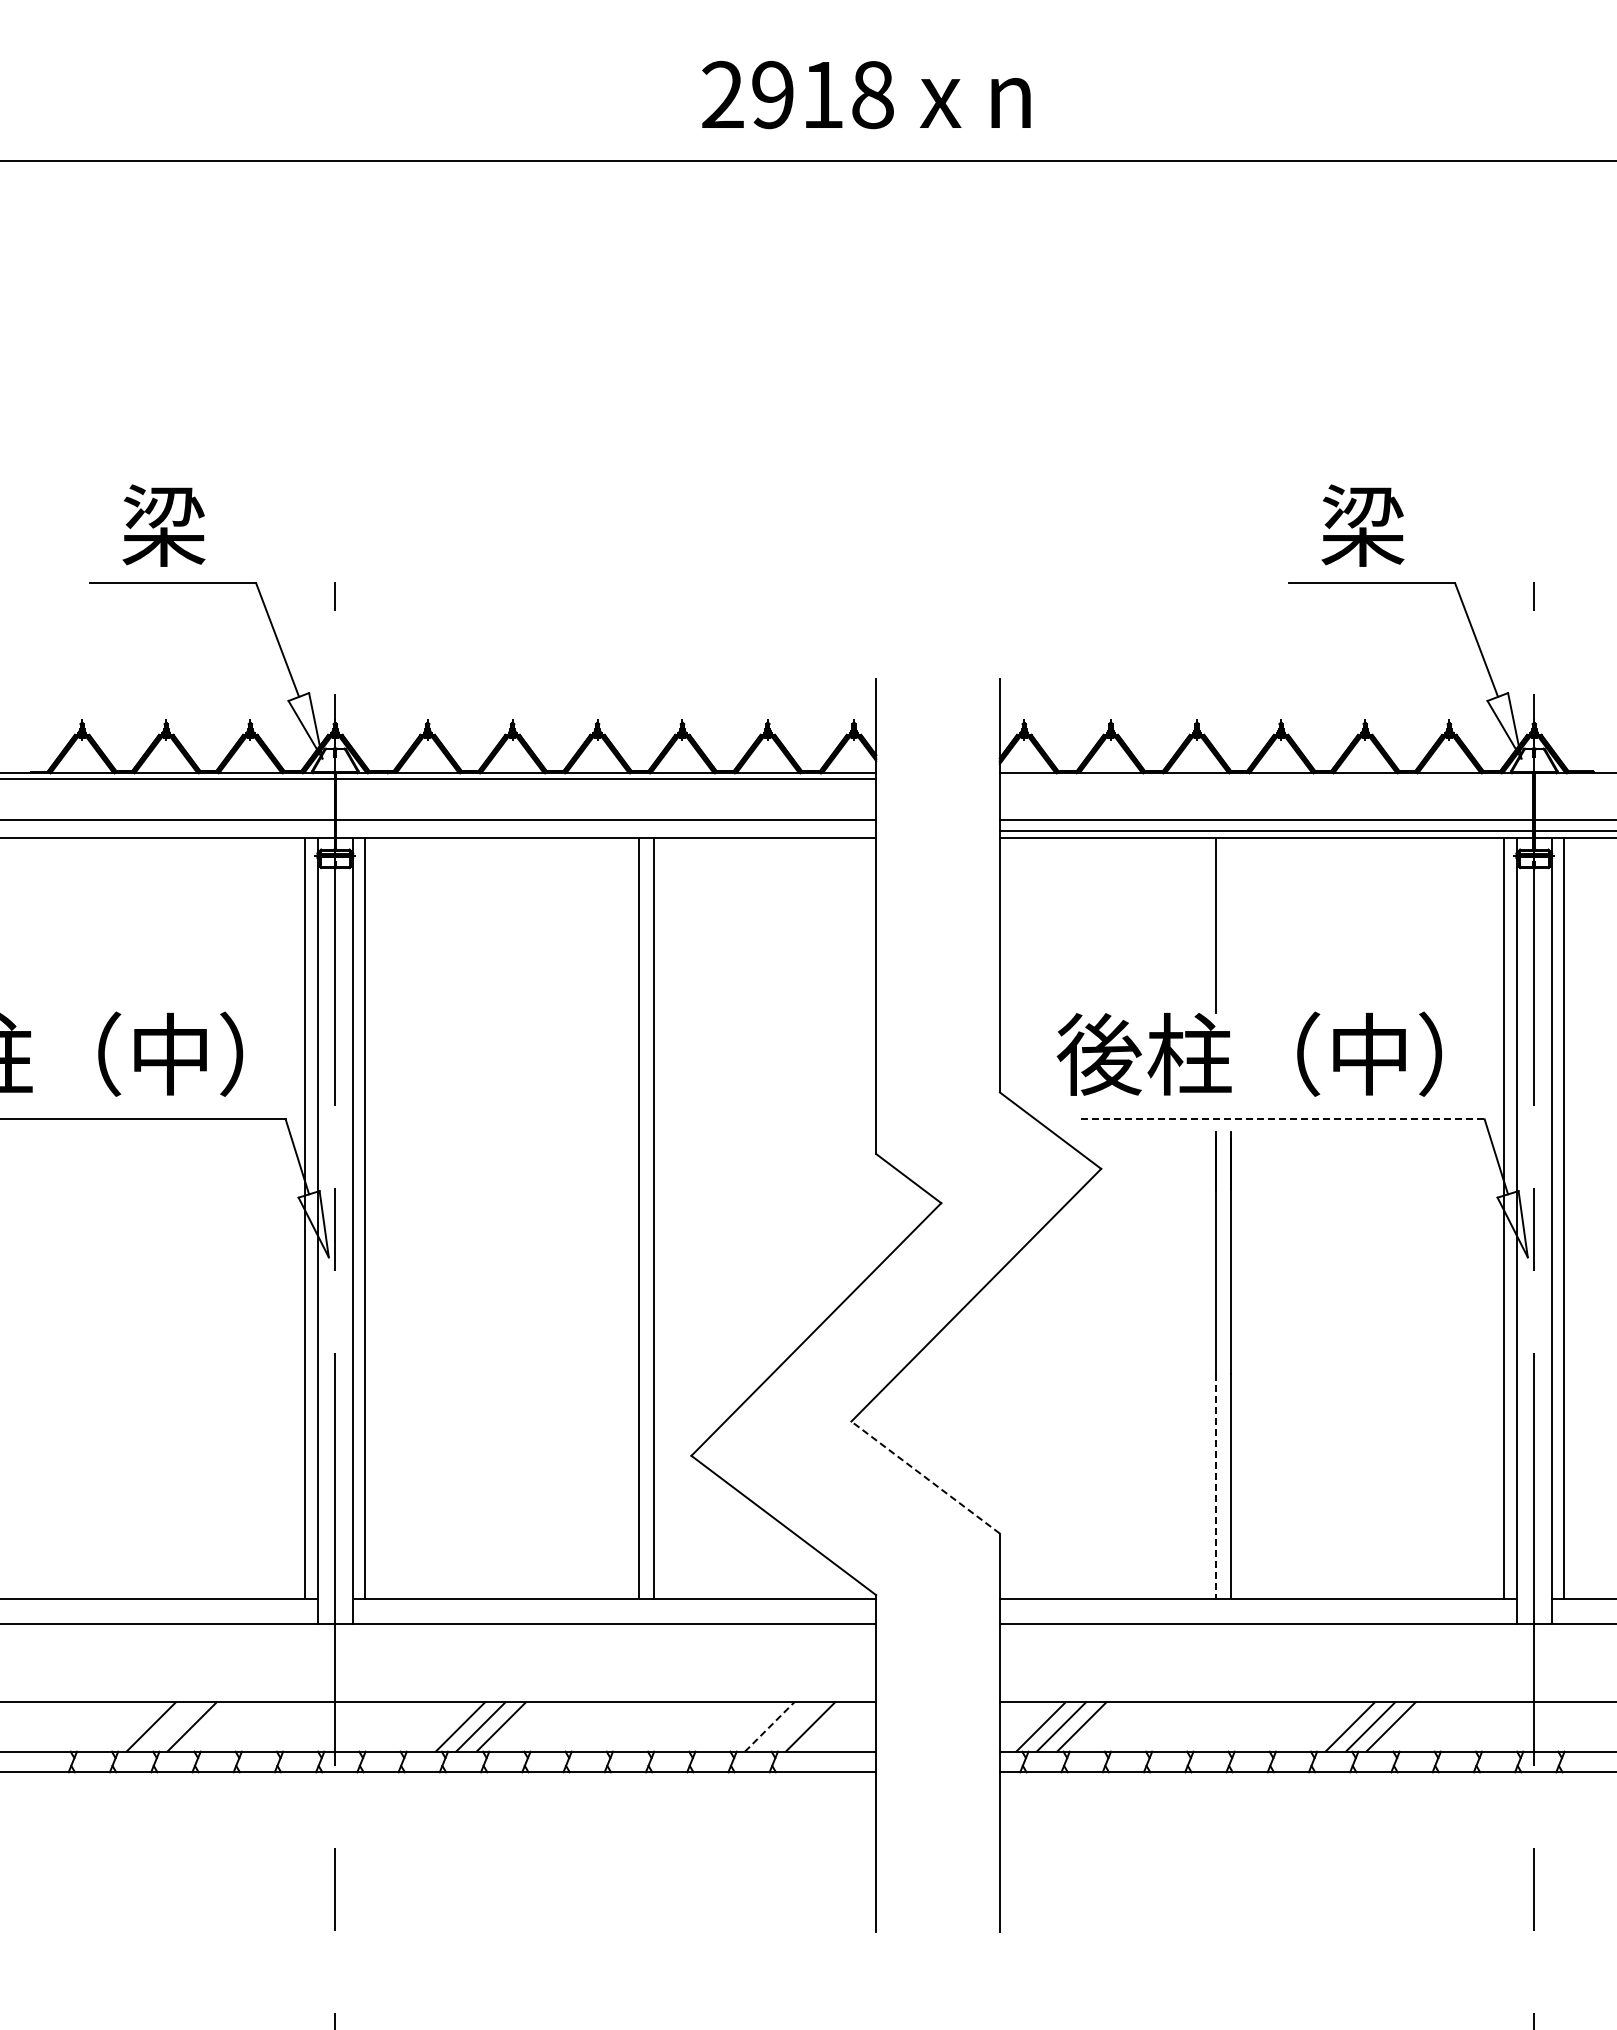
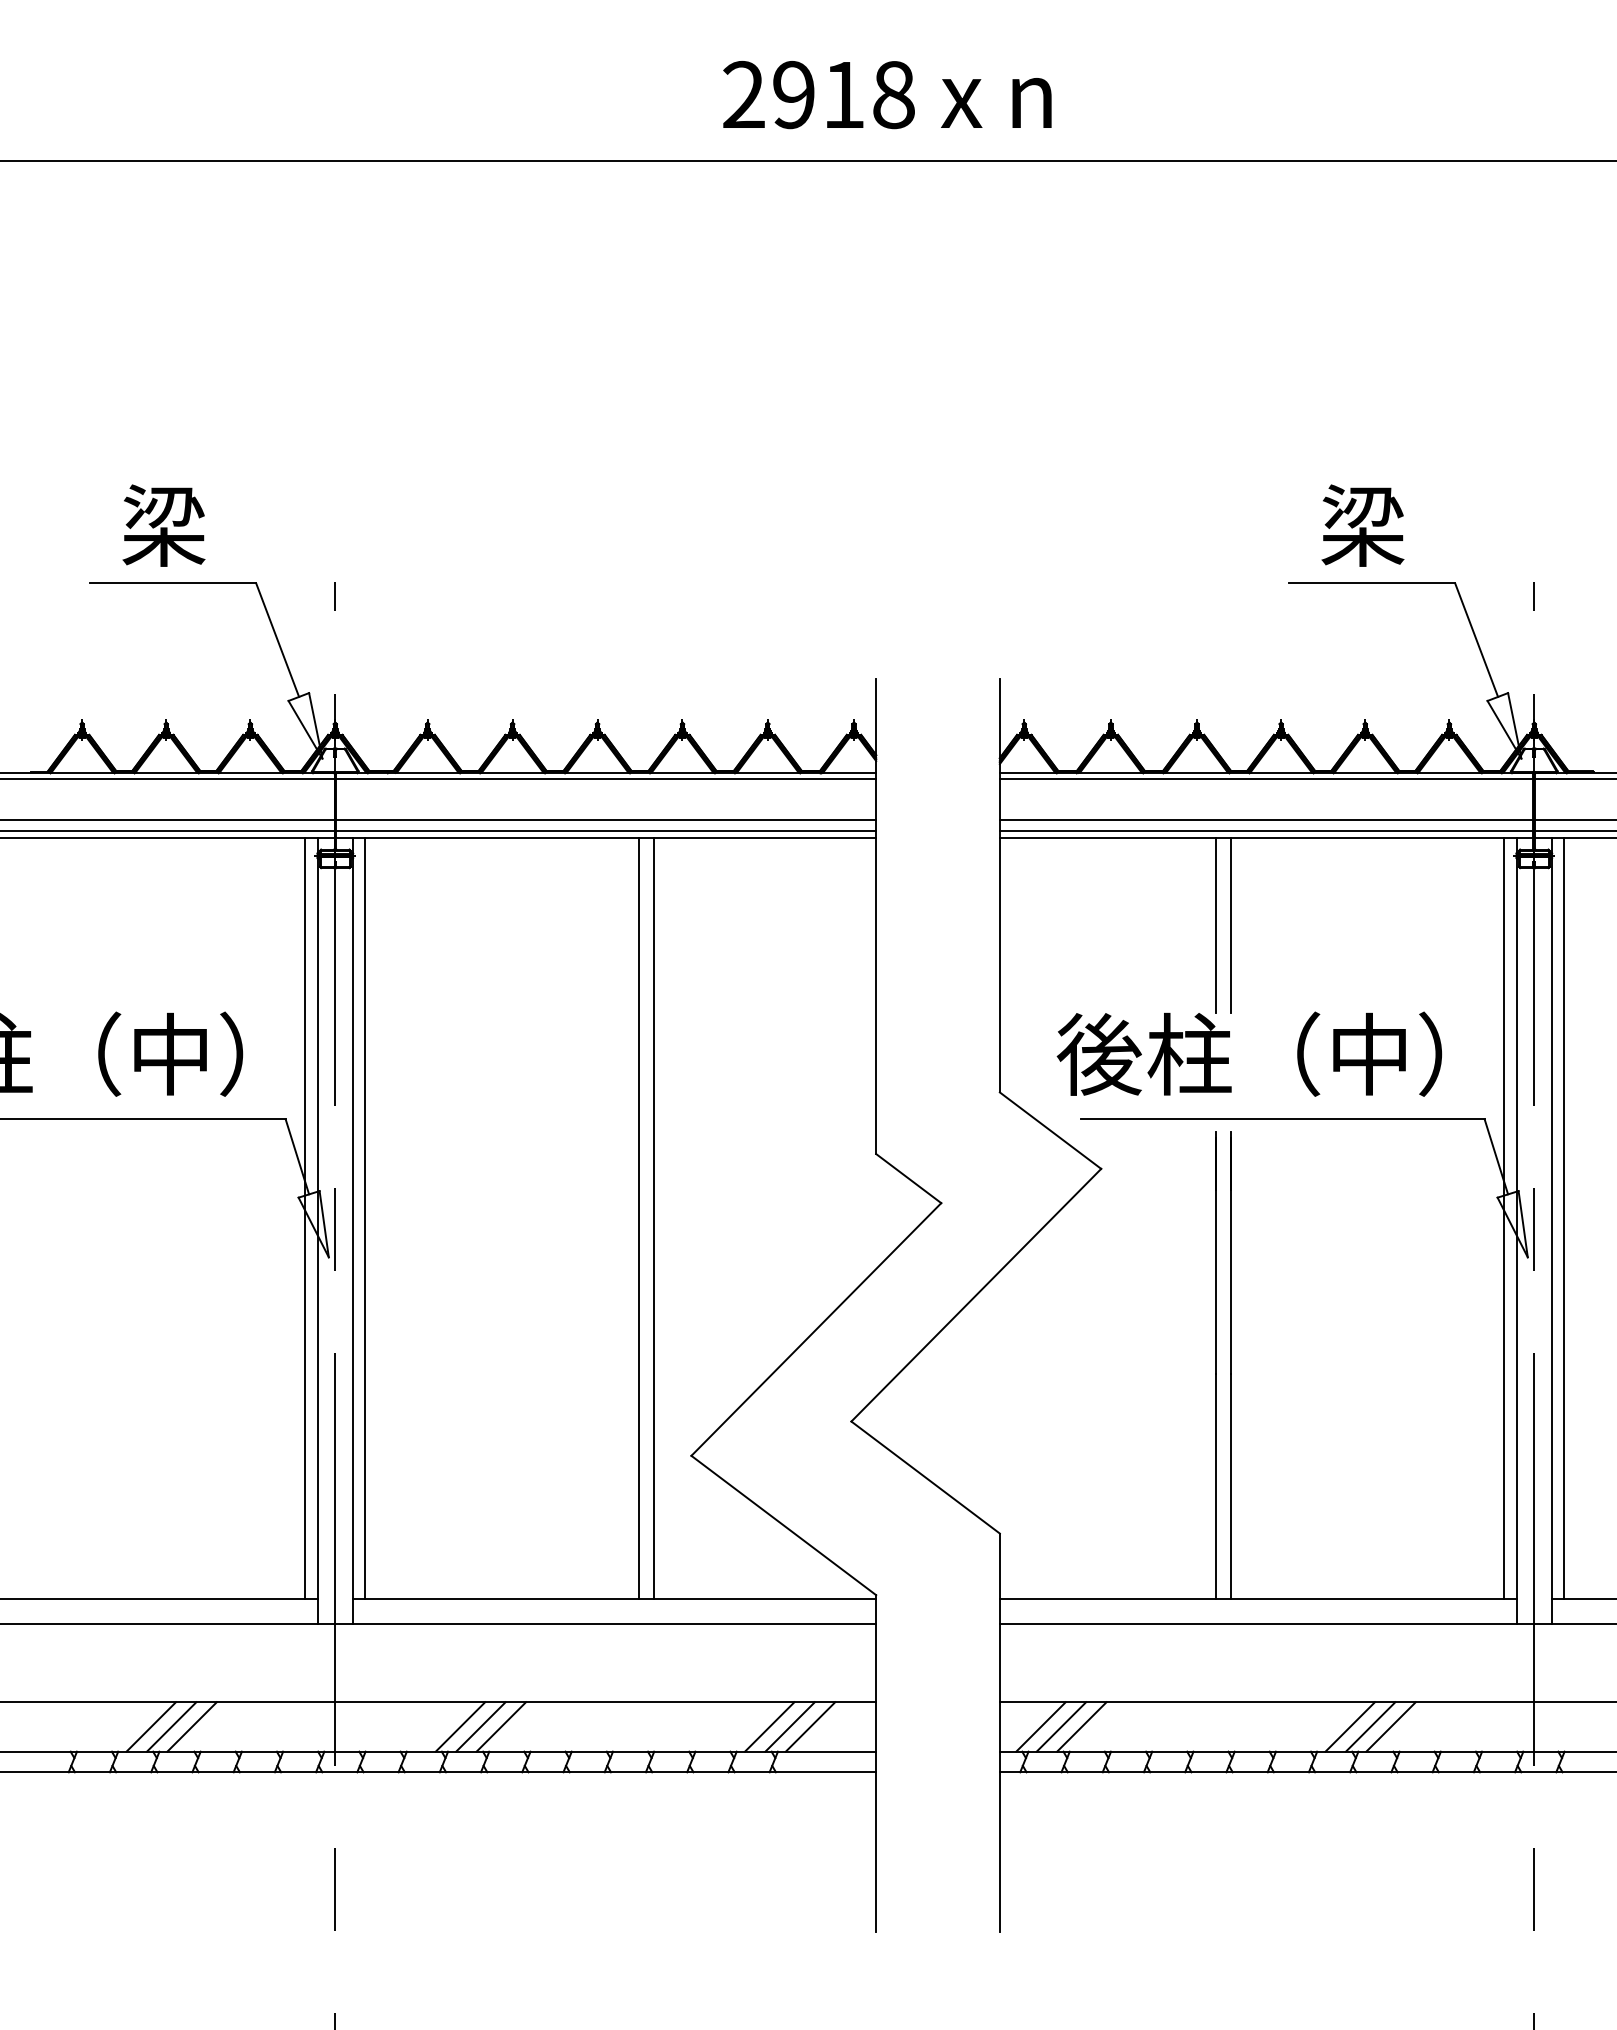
text at (866, 95) position: (866, 95) -> (887, 95)
line at (1306, 779): none -> present
line at (439, 831): none -> present
line at (1231, 924): none -> present
line at (1282, 1119): dashed -> solid
line at (925, 1477): dashed -> solid
line at (1215, 1487): dashed -> solid
line at (171, 1726): none -> present
line at (769, 1726): dashed -> solid
line at (789, 1726): none -> present
